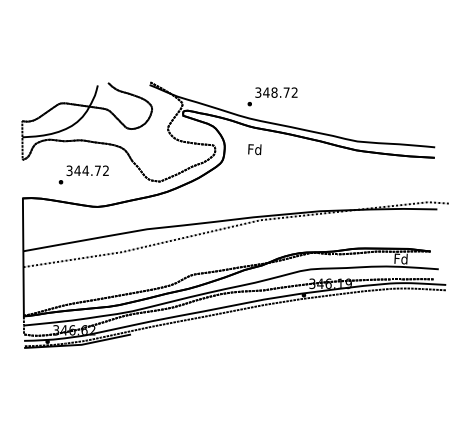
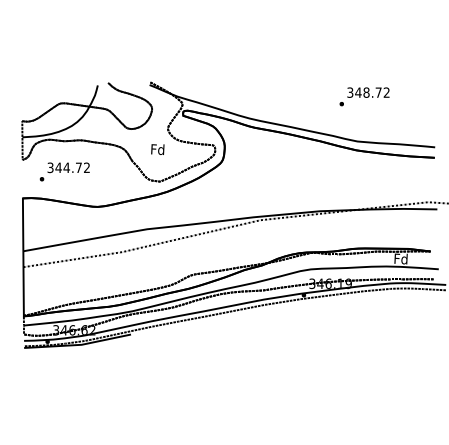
text at (272, 96) position: (272, 96) -> (364, 96)
text at (254, 149) position: (254, 149) -> (157, 149)
text at (83, 174) position: (83, 174) -> (64, 171)
